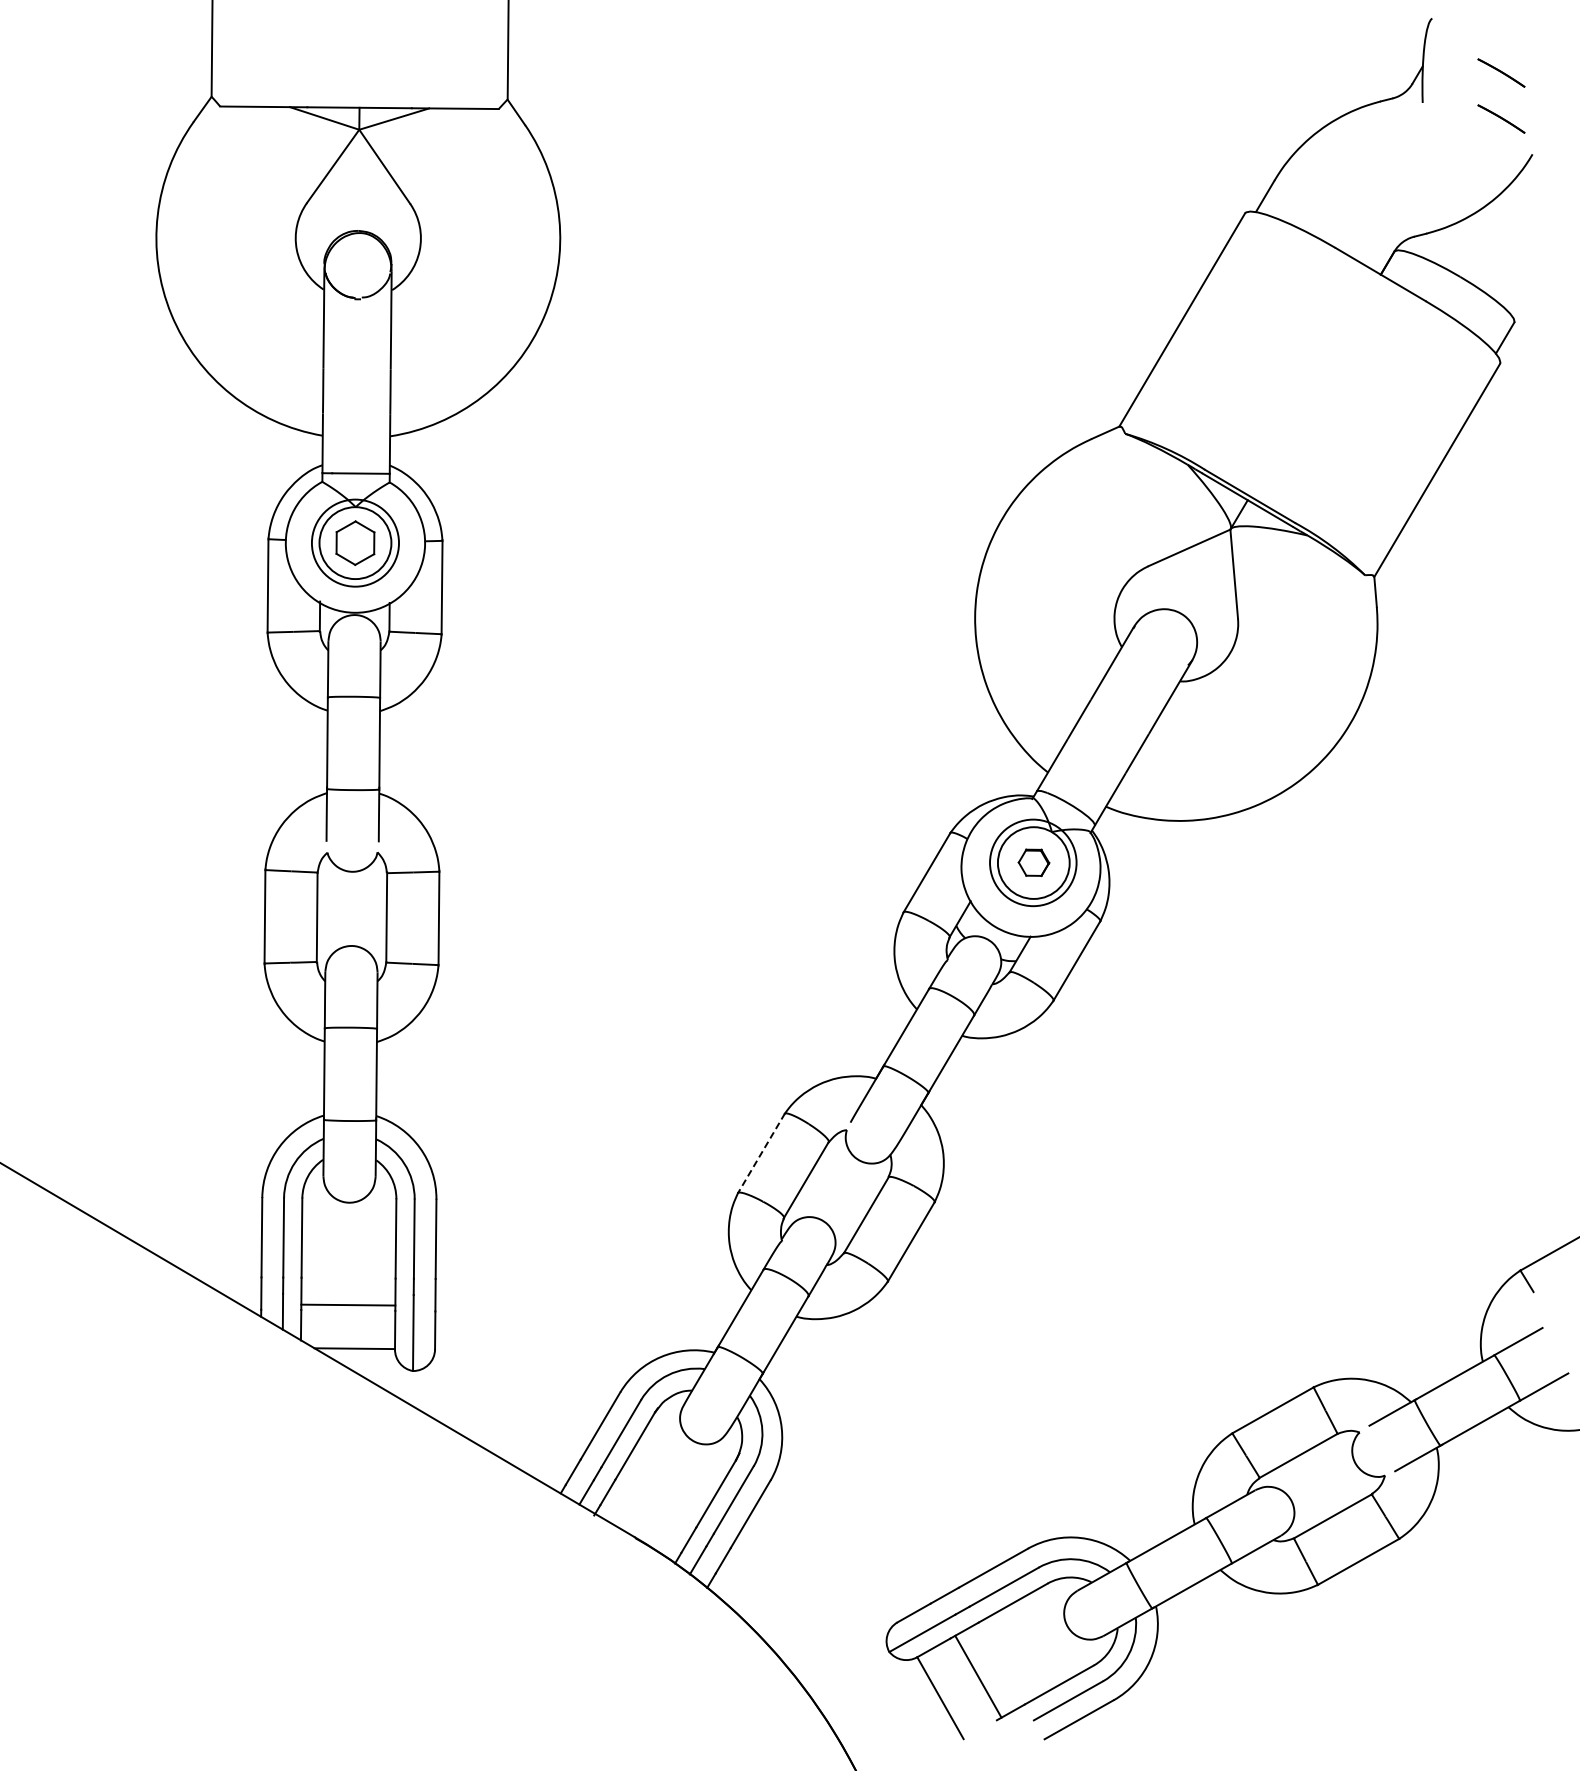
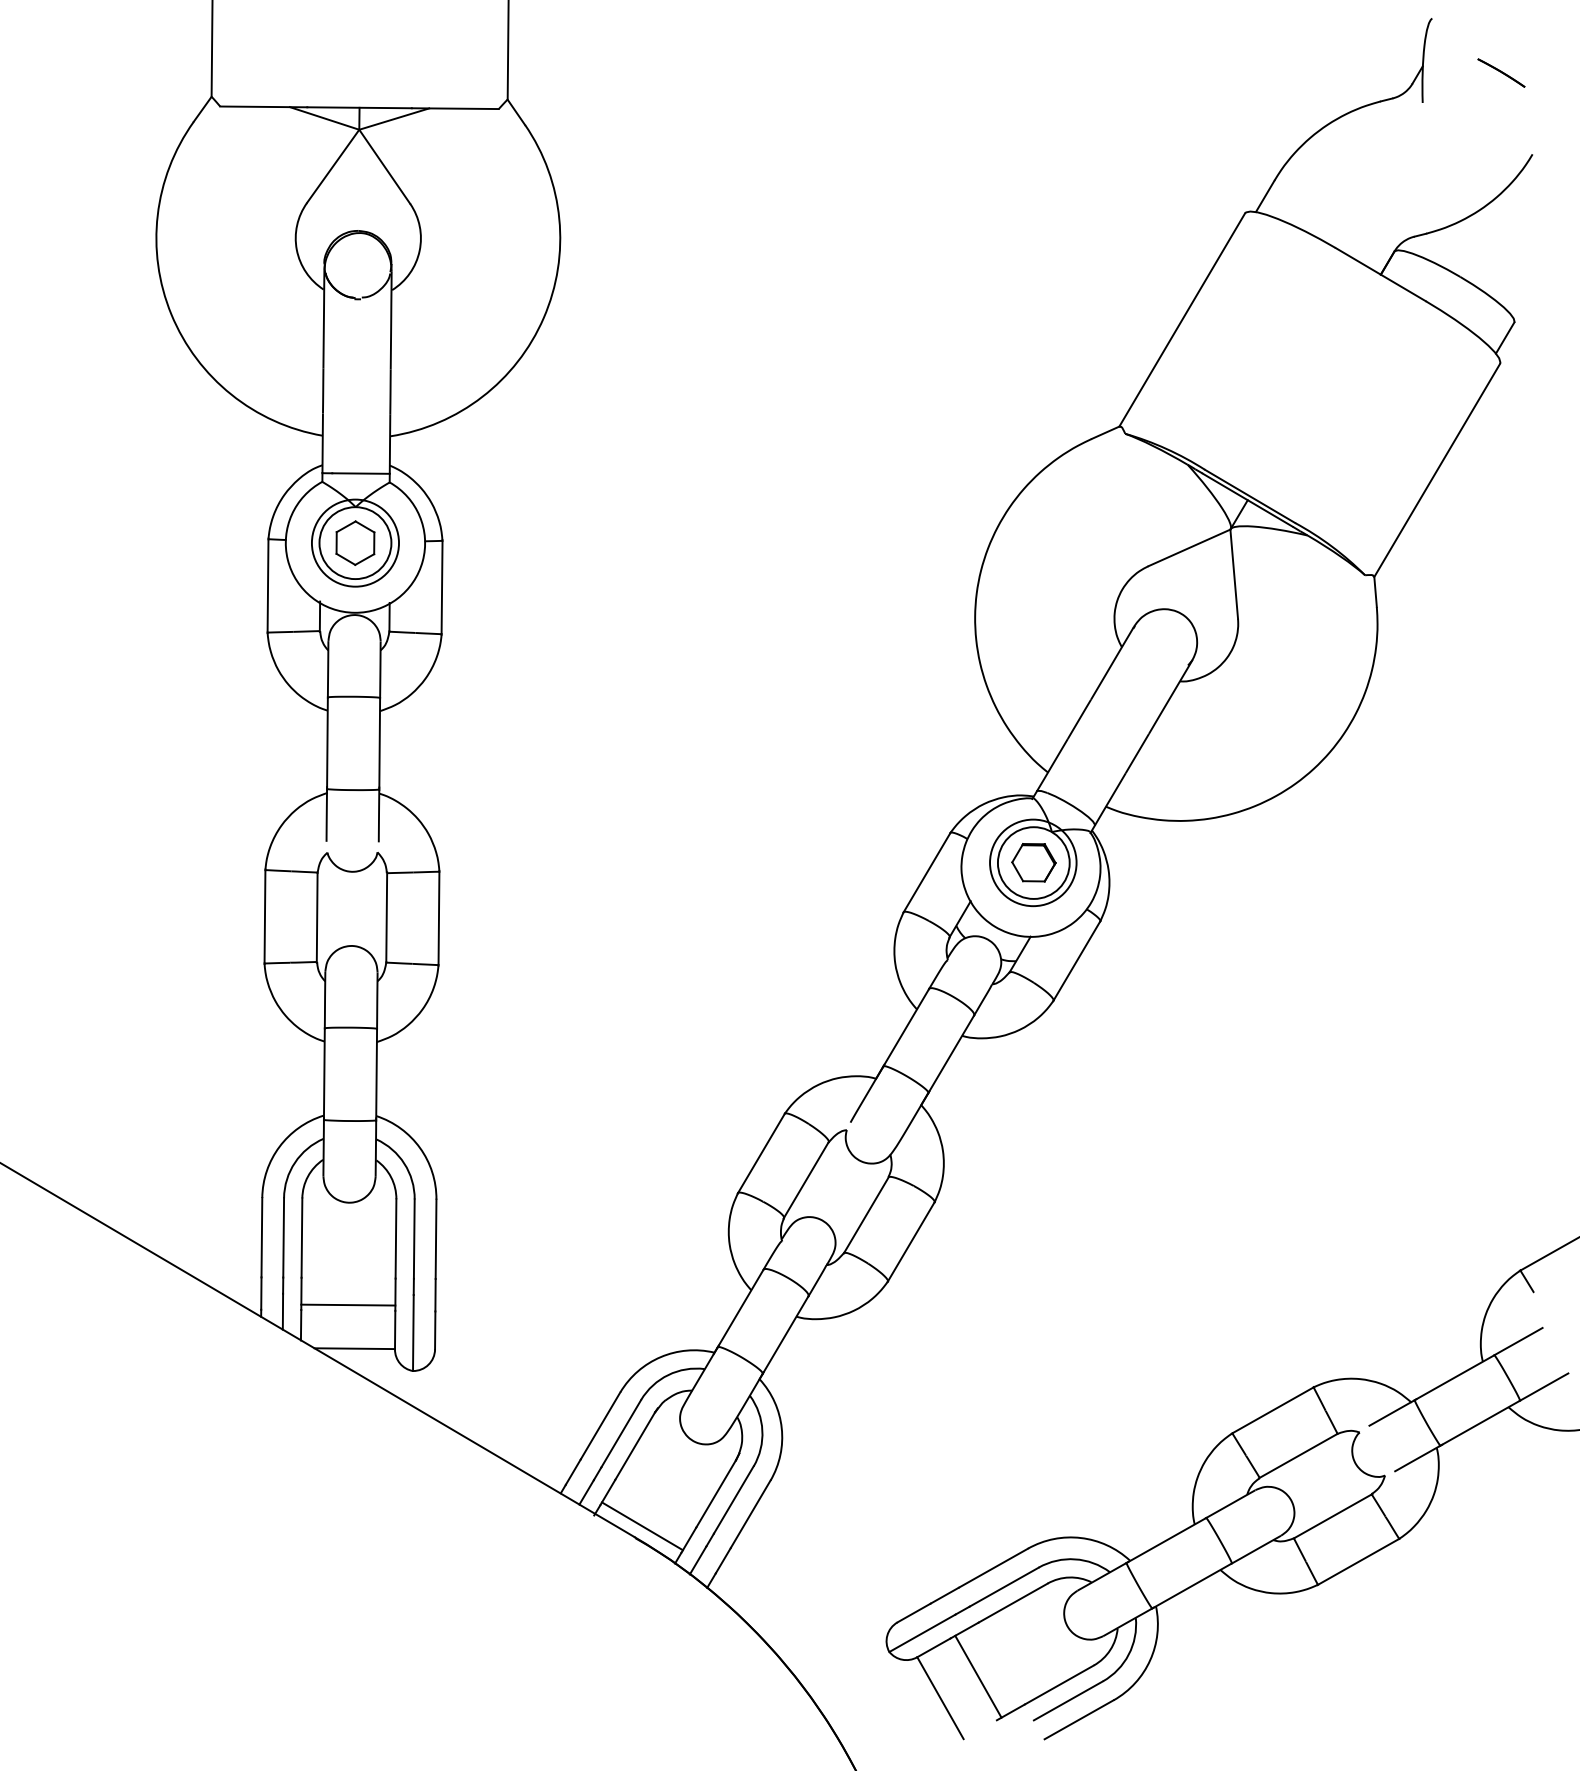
line at (1501, 118): present -> none
part at (1033, 862) size: 34x30 px -> 46x40 px
line at (761, 1153): dashed -> solid
line at (641, 1526): none -> present
